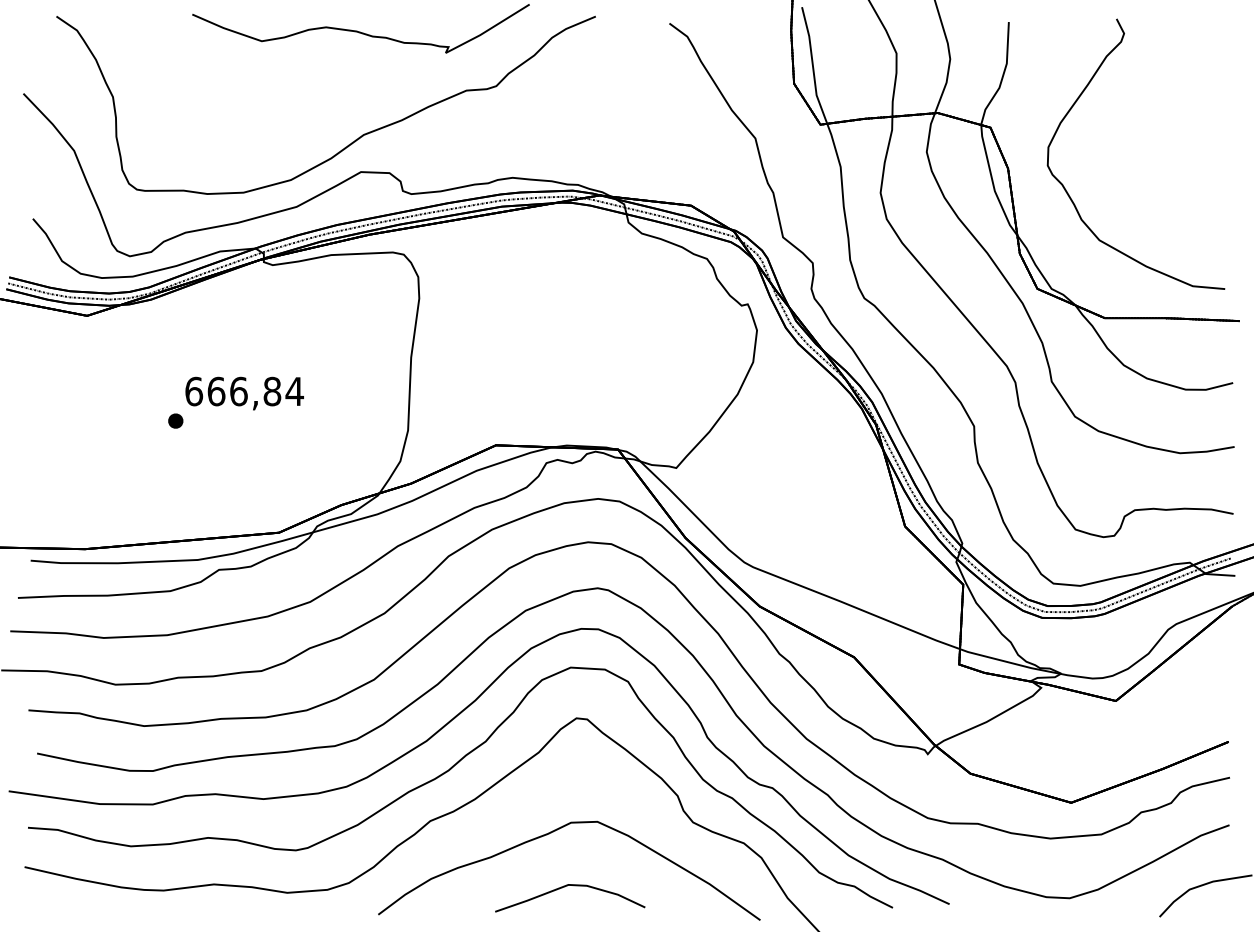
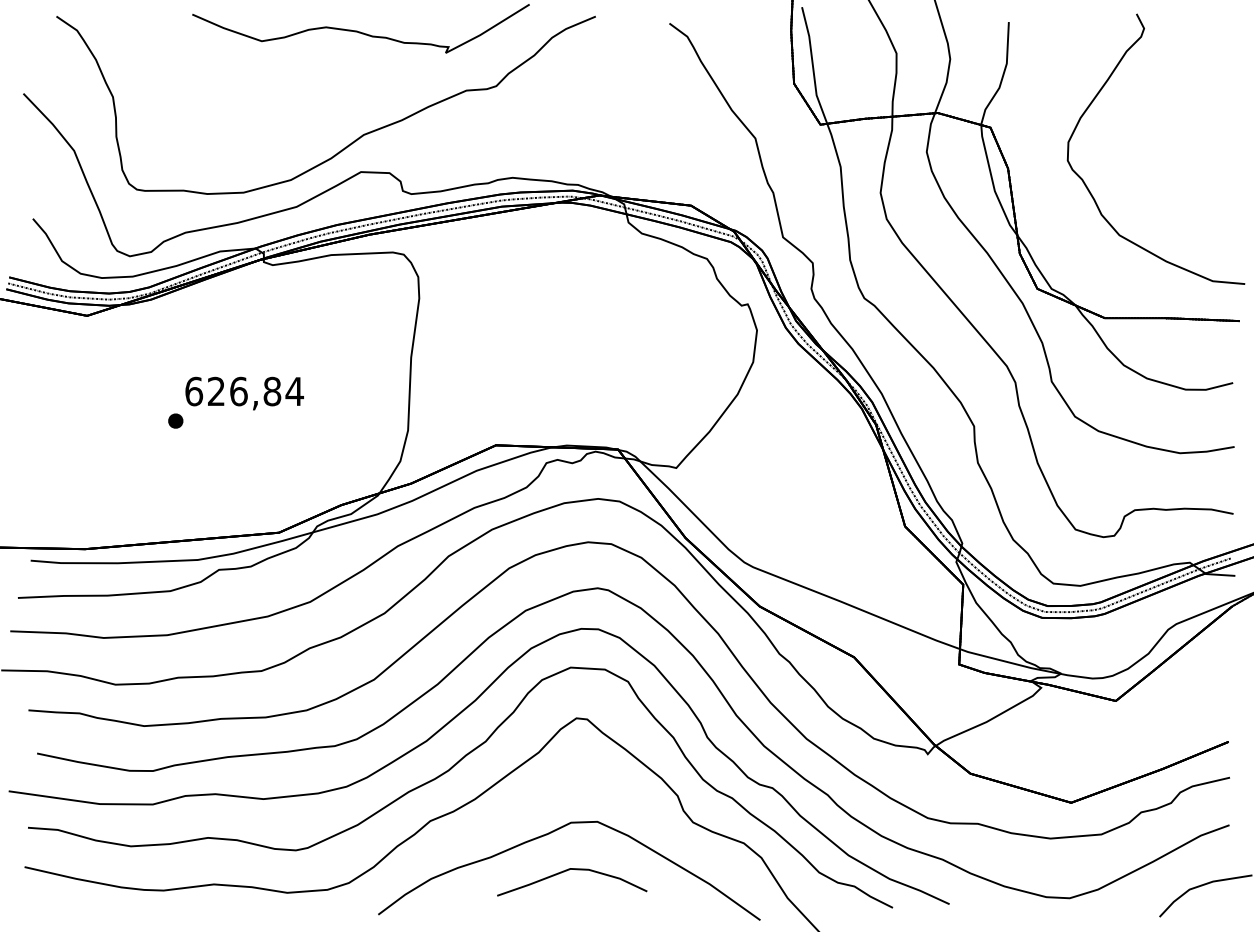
part at (1072, 108) position: (1072, 108) -> (1092, 103)
text at (216, 391): 666,84 -> 626,84
curve at (567, 886) position: (567, 886) -> (569, 870)
